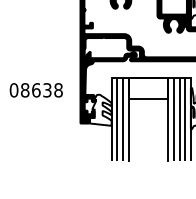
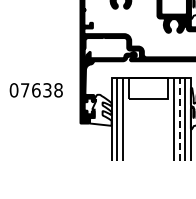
text at (25, 90): 08638 -> 07638
line at (128, 119): present -> none
line at (168, 119): present -> none
line at (179, 119): solid -> dashed
